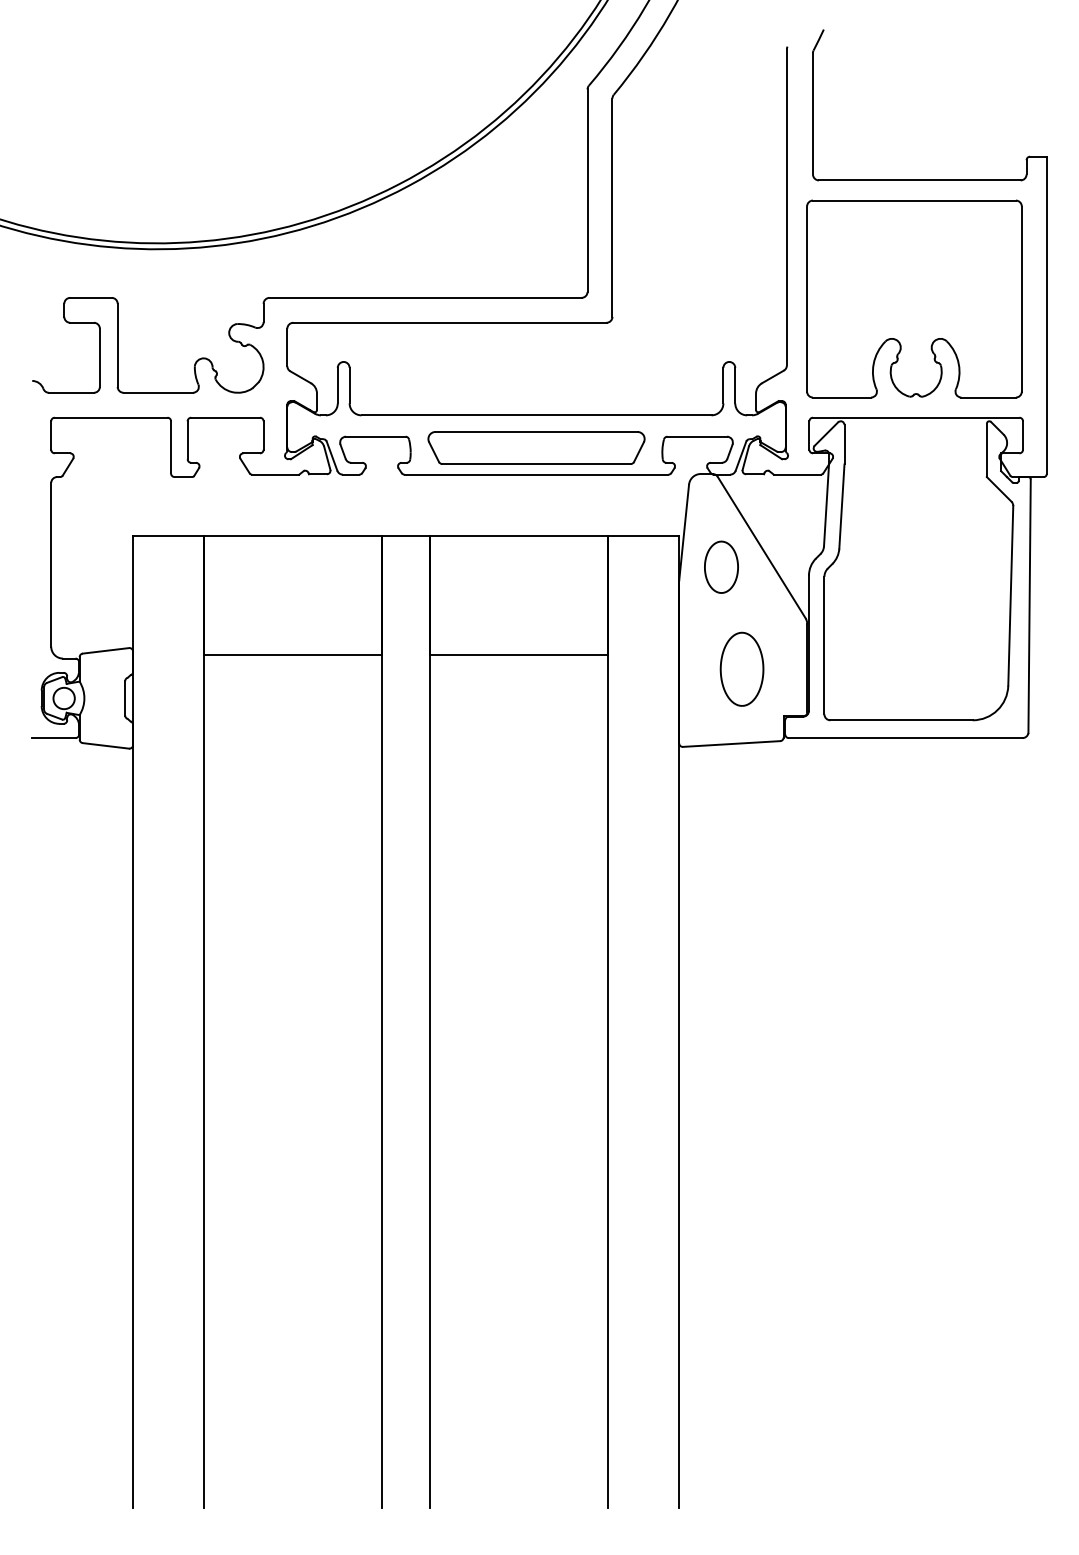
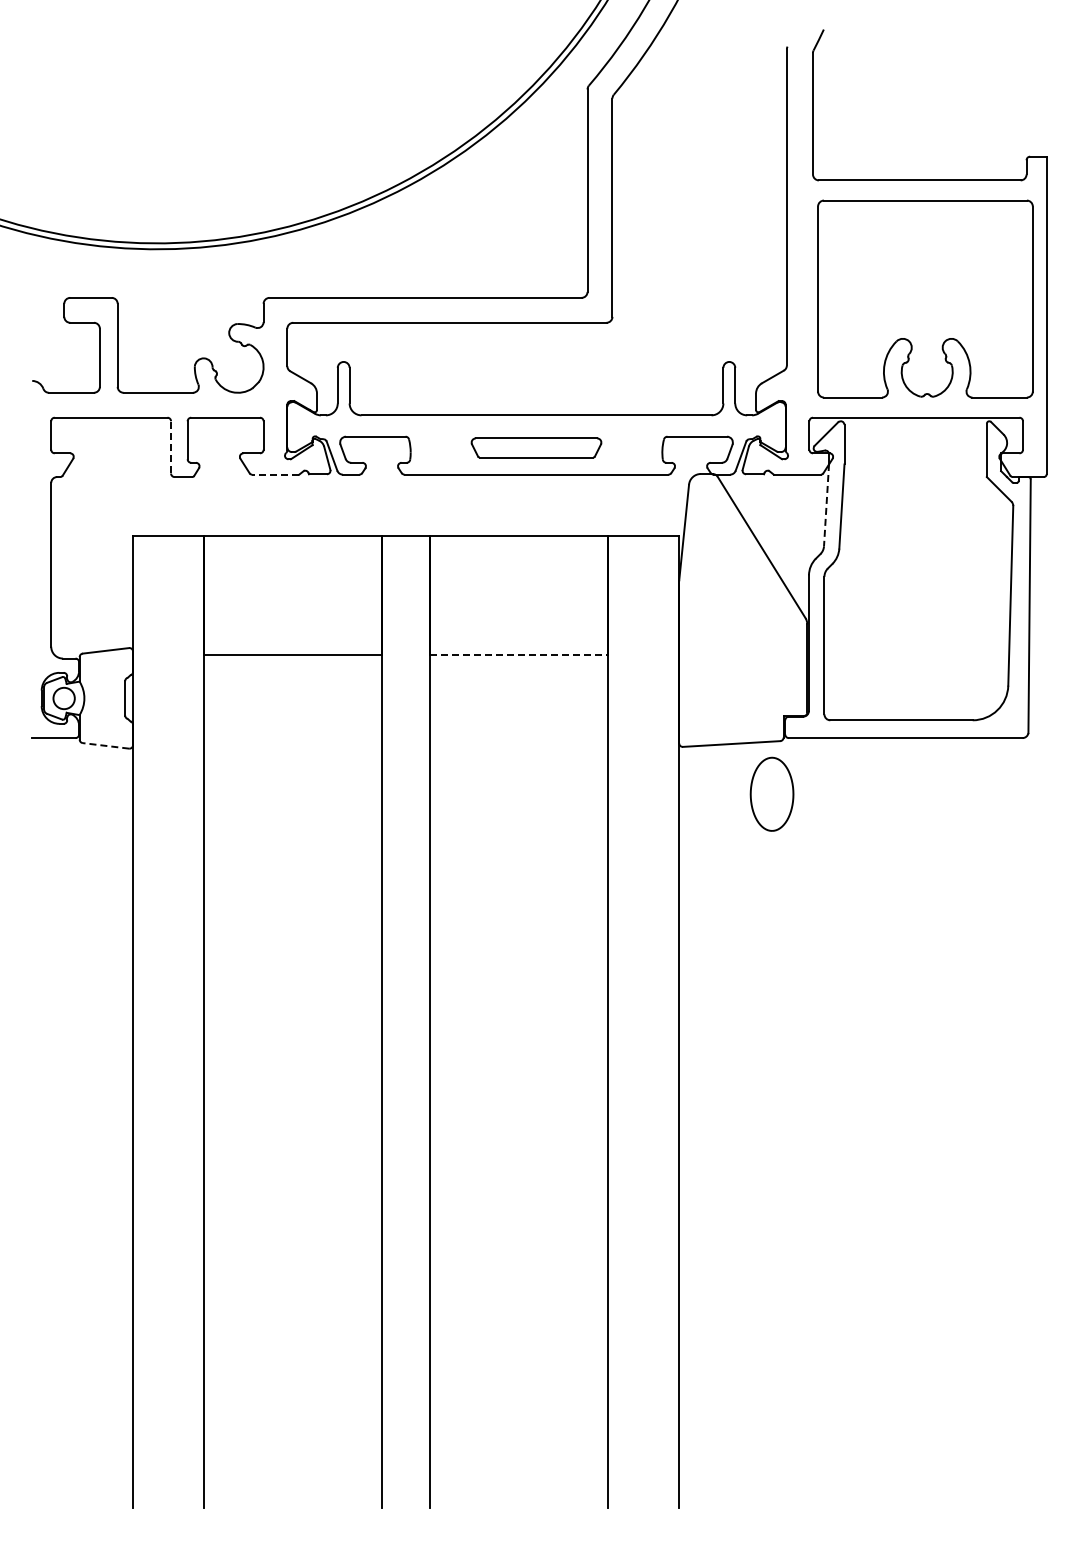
part at (914, 298) position: (914, 298) -> (925, 298)
line at (171, 446): solid -> dashed
part at (536, 447) size: 219x34 px -> 133x22 px
line at (275, 474): solid -> dashed
line at (826, 505): solid -> dashed
part at (721, 566): present -> none
line at (518, 655): solid -> dashed
part at (741, 668) position: (741, 668) -> (771, 793)
line at (105, 745): solid -> dashed
